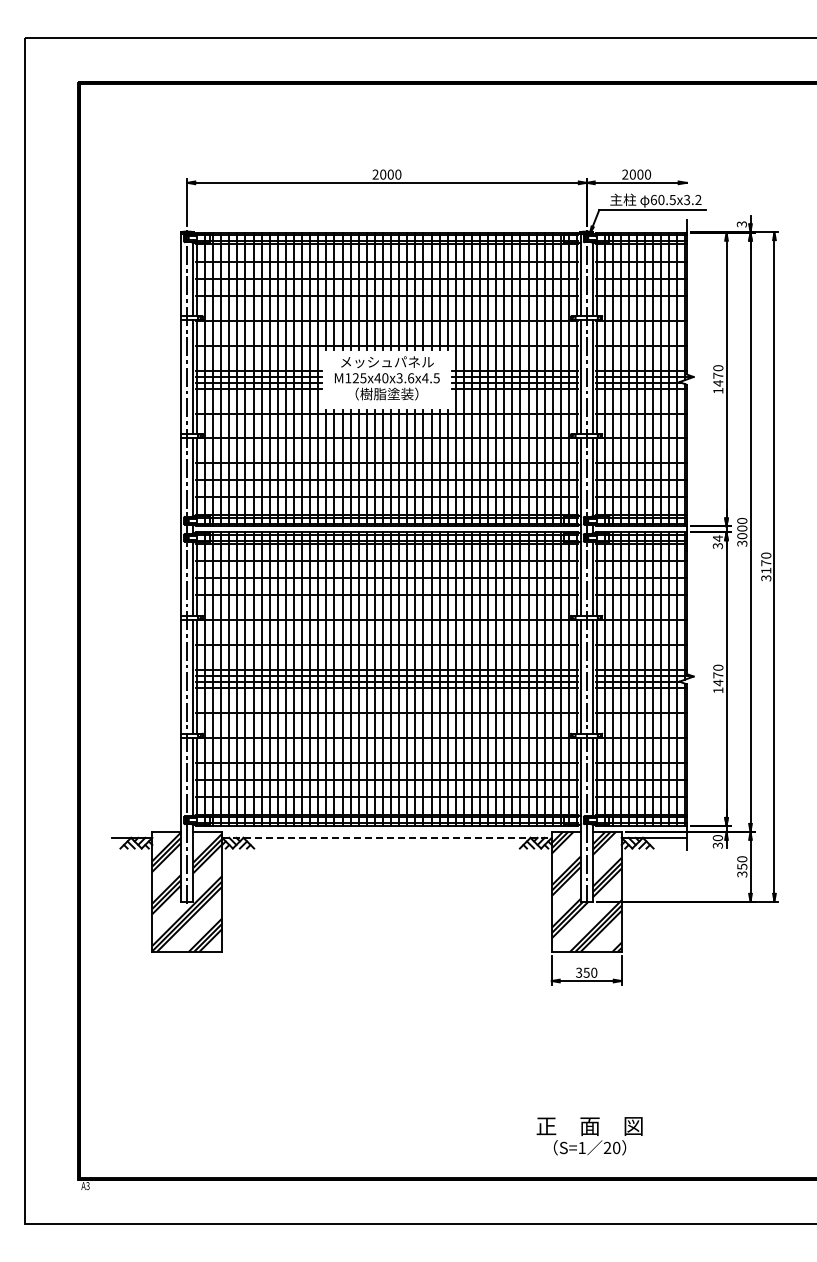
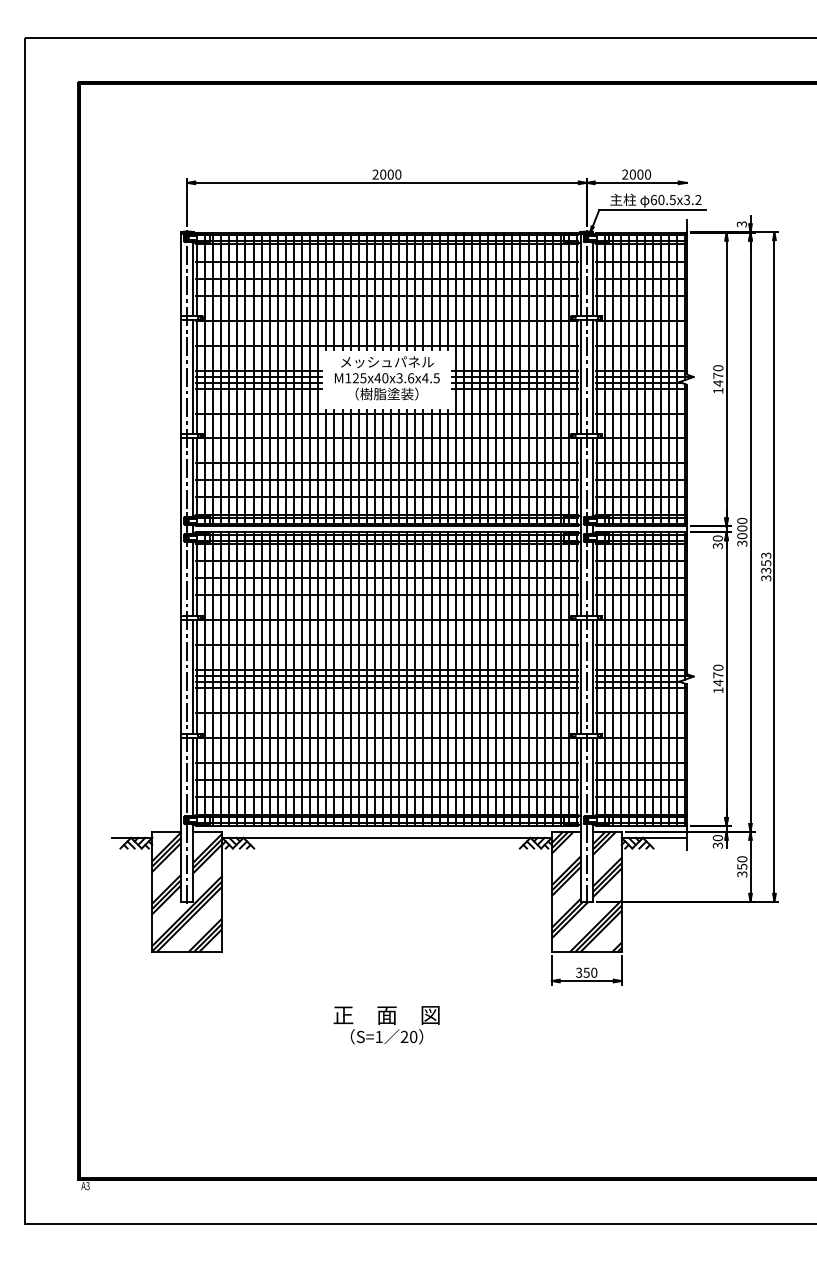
text at (717, 538): 34 -> 30
text at (766, 562): 3170 -> 3353
line at (387, 837): dashed -> solid
text at (589, 1136) position: (589, 1136) -> (386, 1025)
